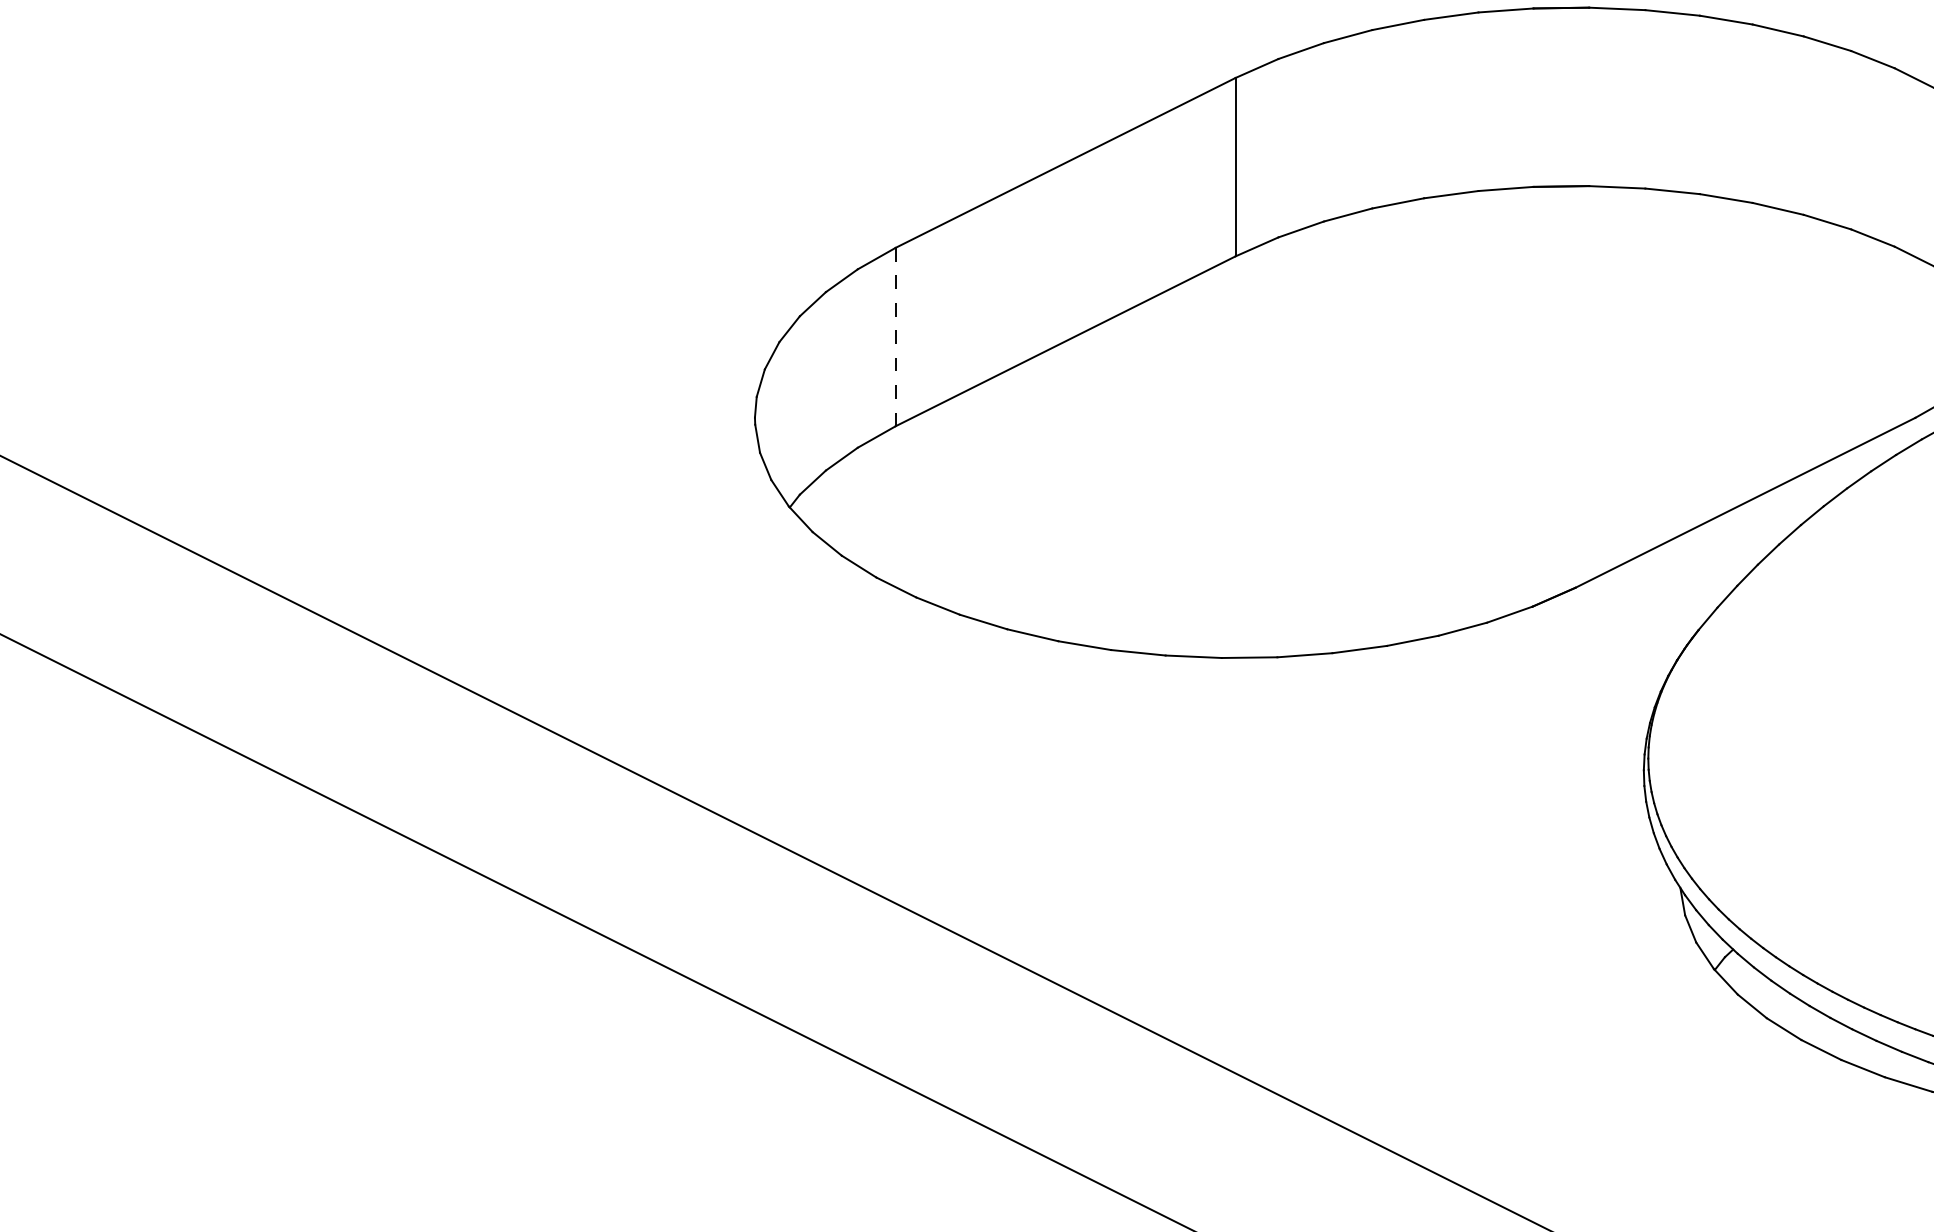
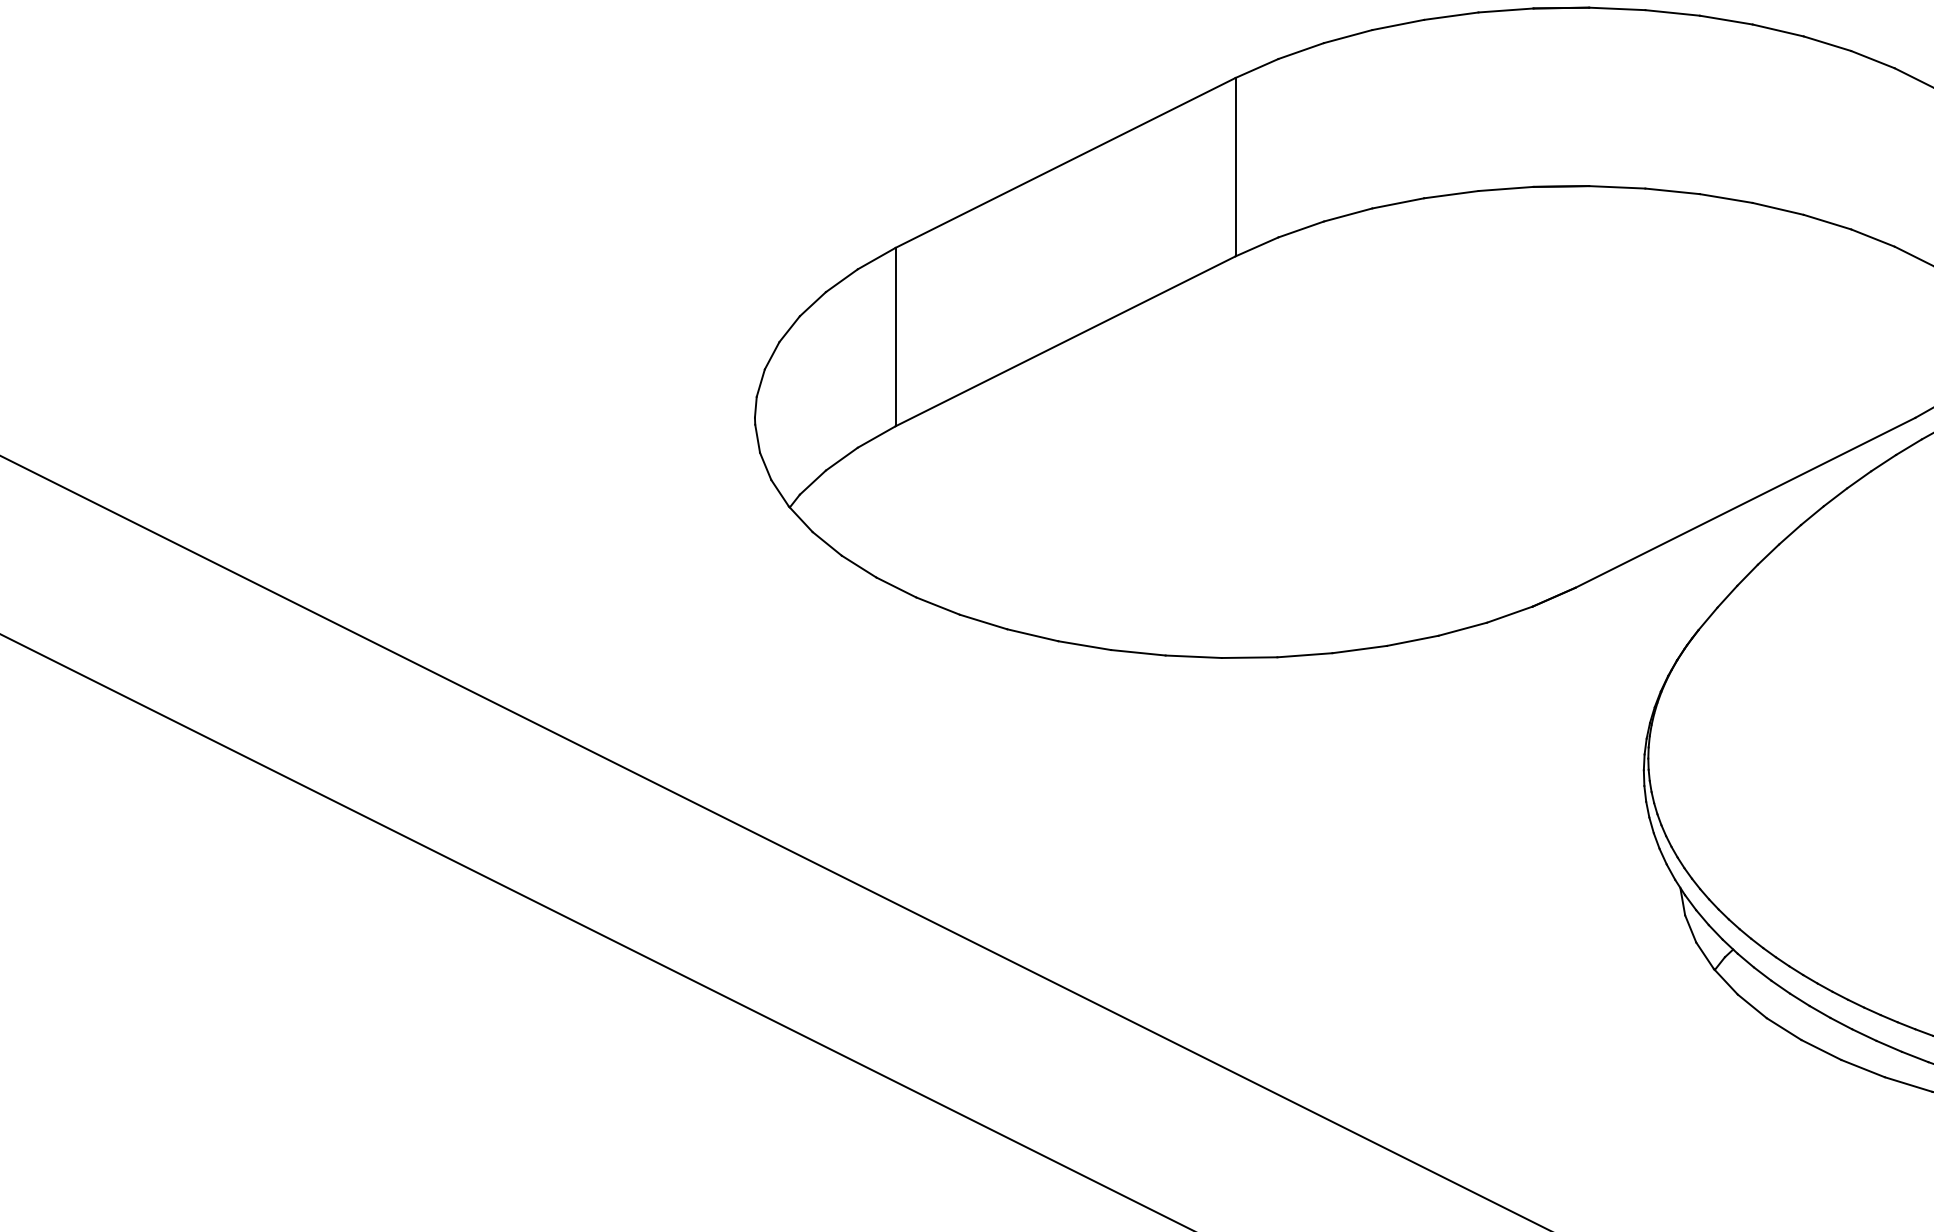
line at (895, 337): dashed -> solid
